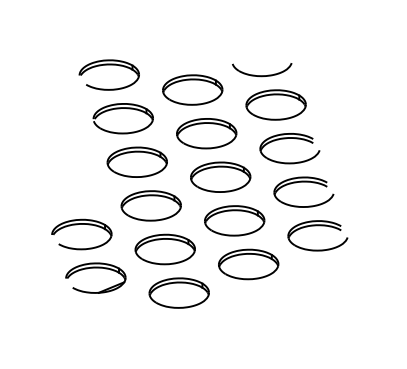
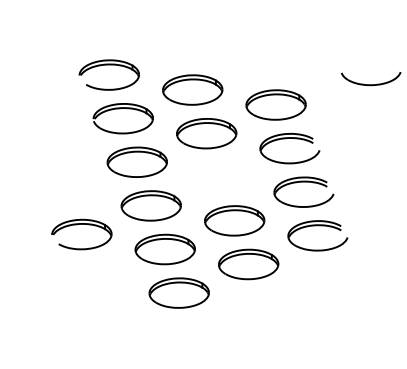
part at (262, 70) position: (262, 70) -> (371, 79)
part at (220, 176): present -> none
part at (95, 268): present -> none
